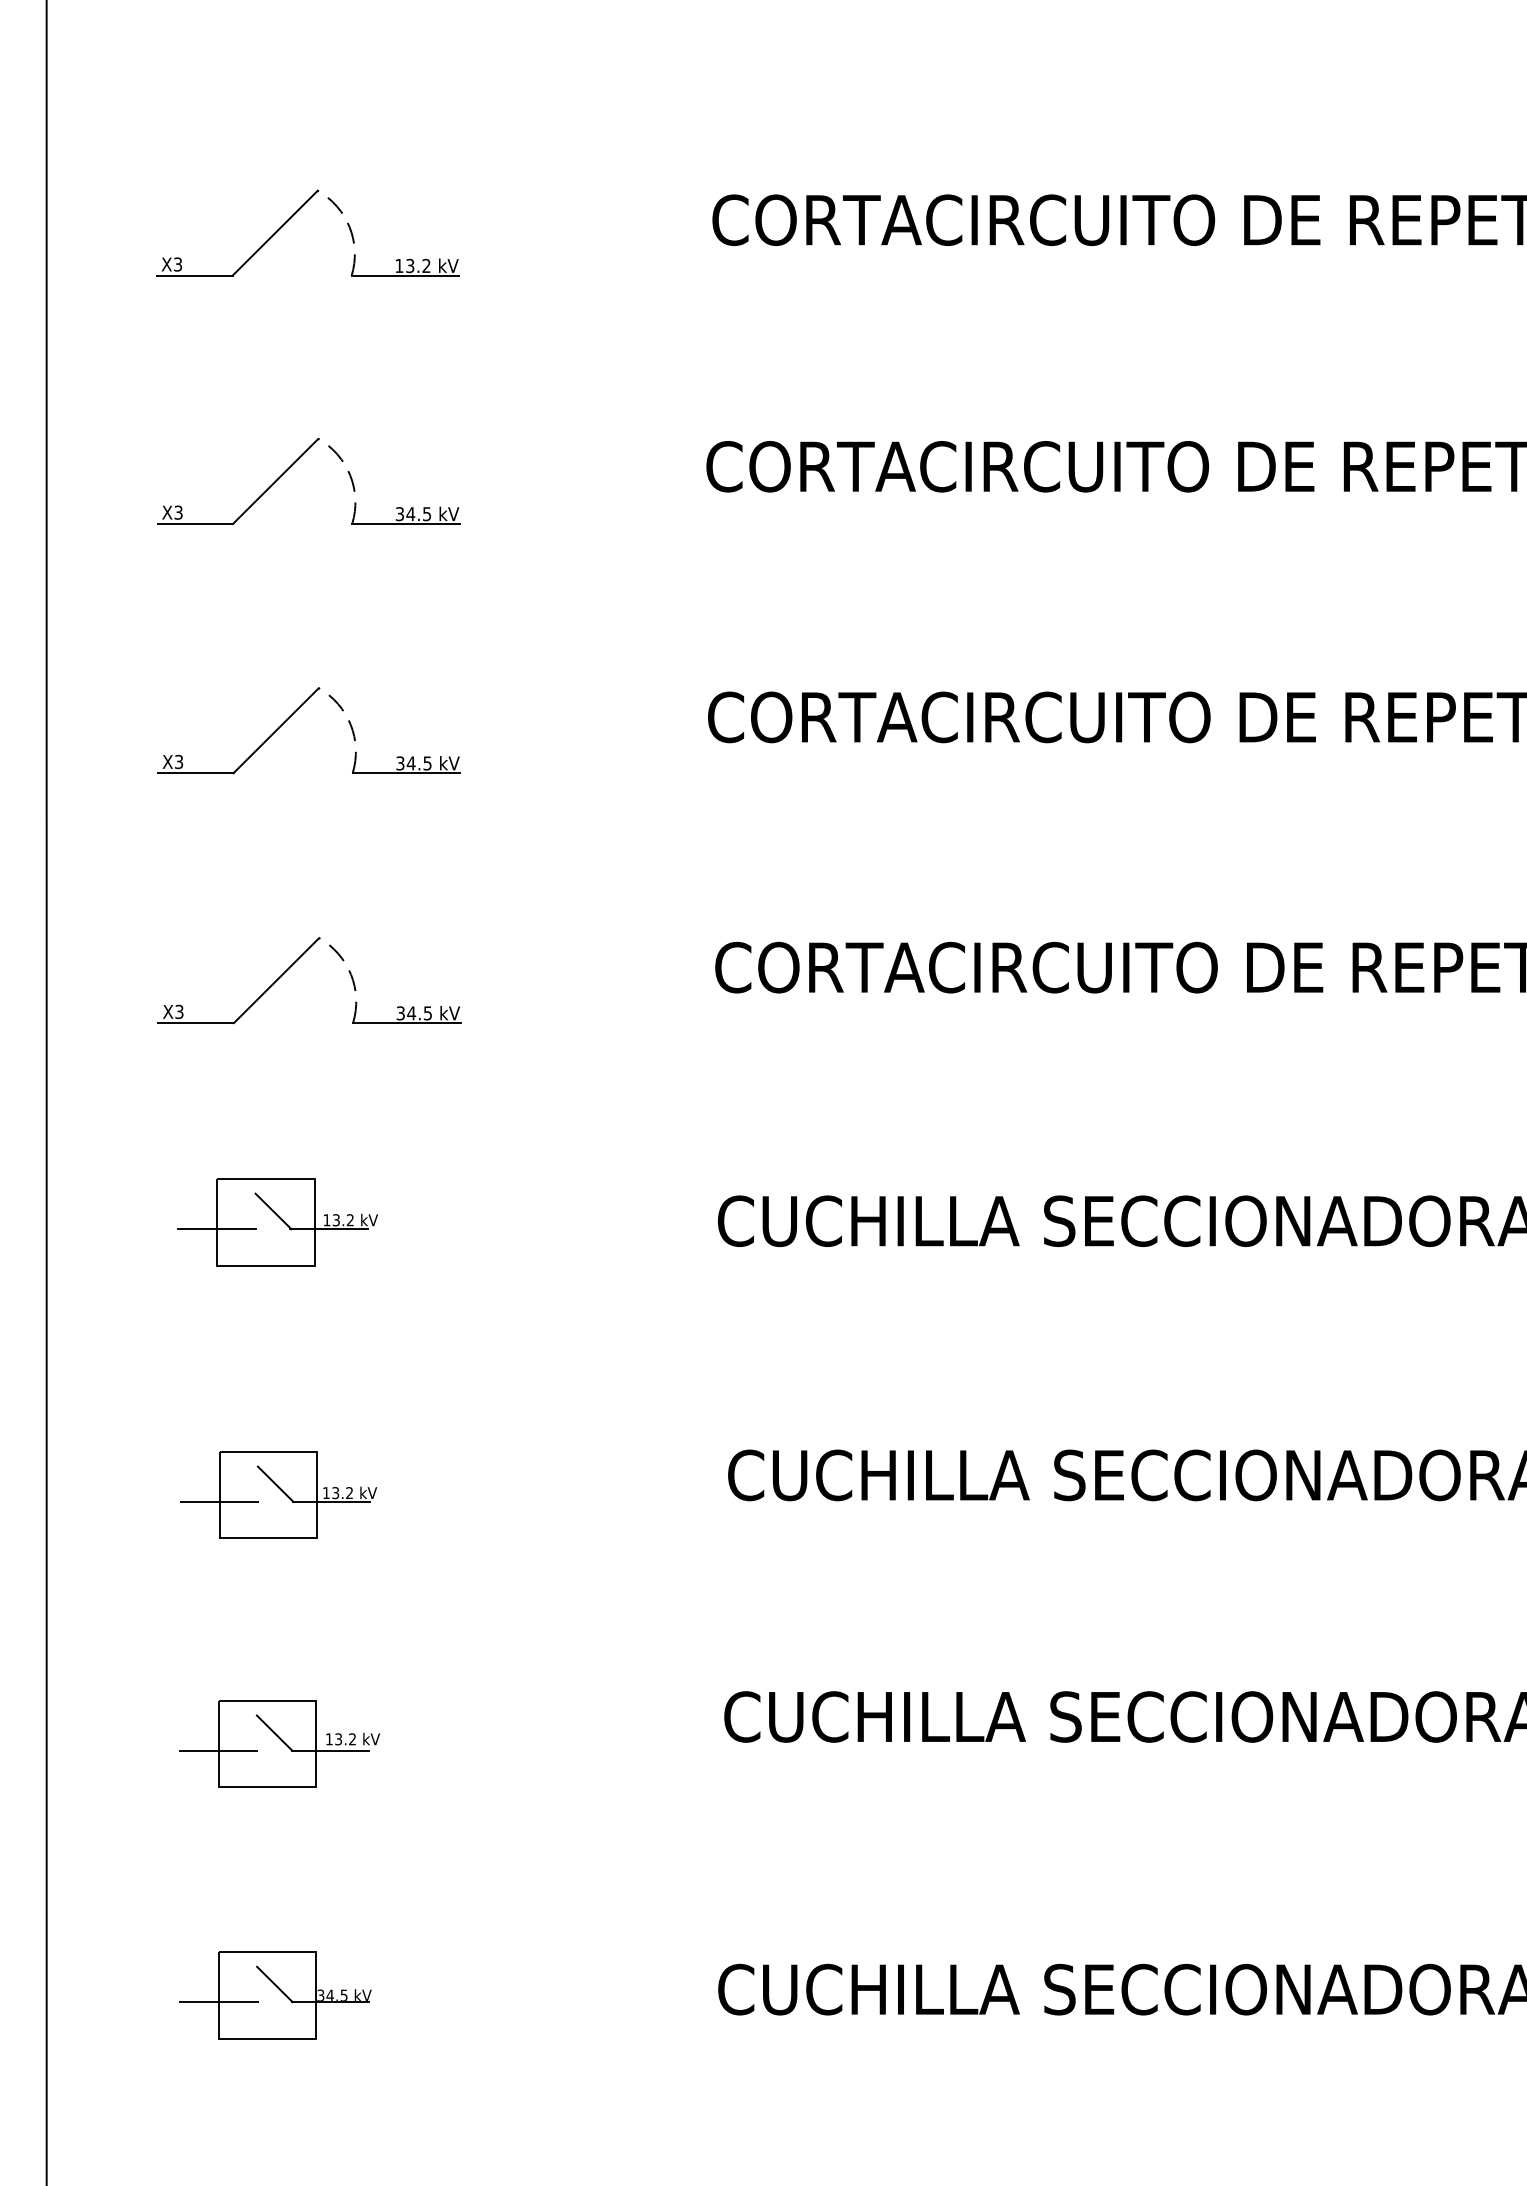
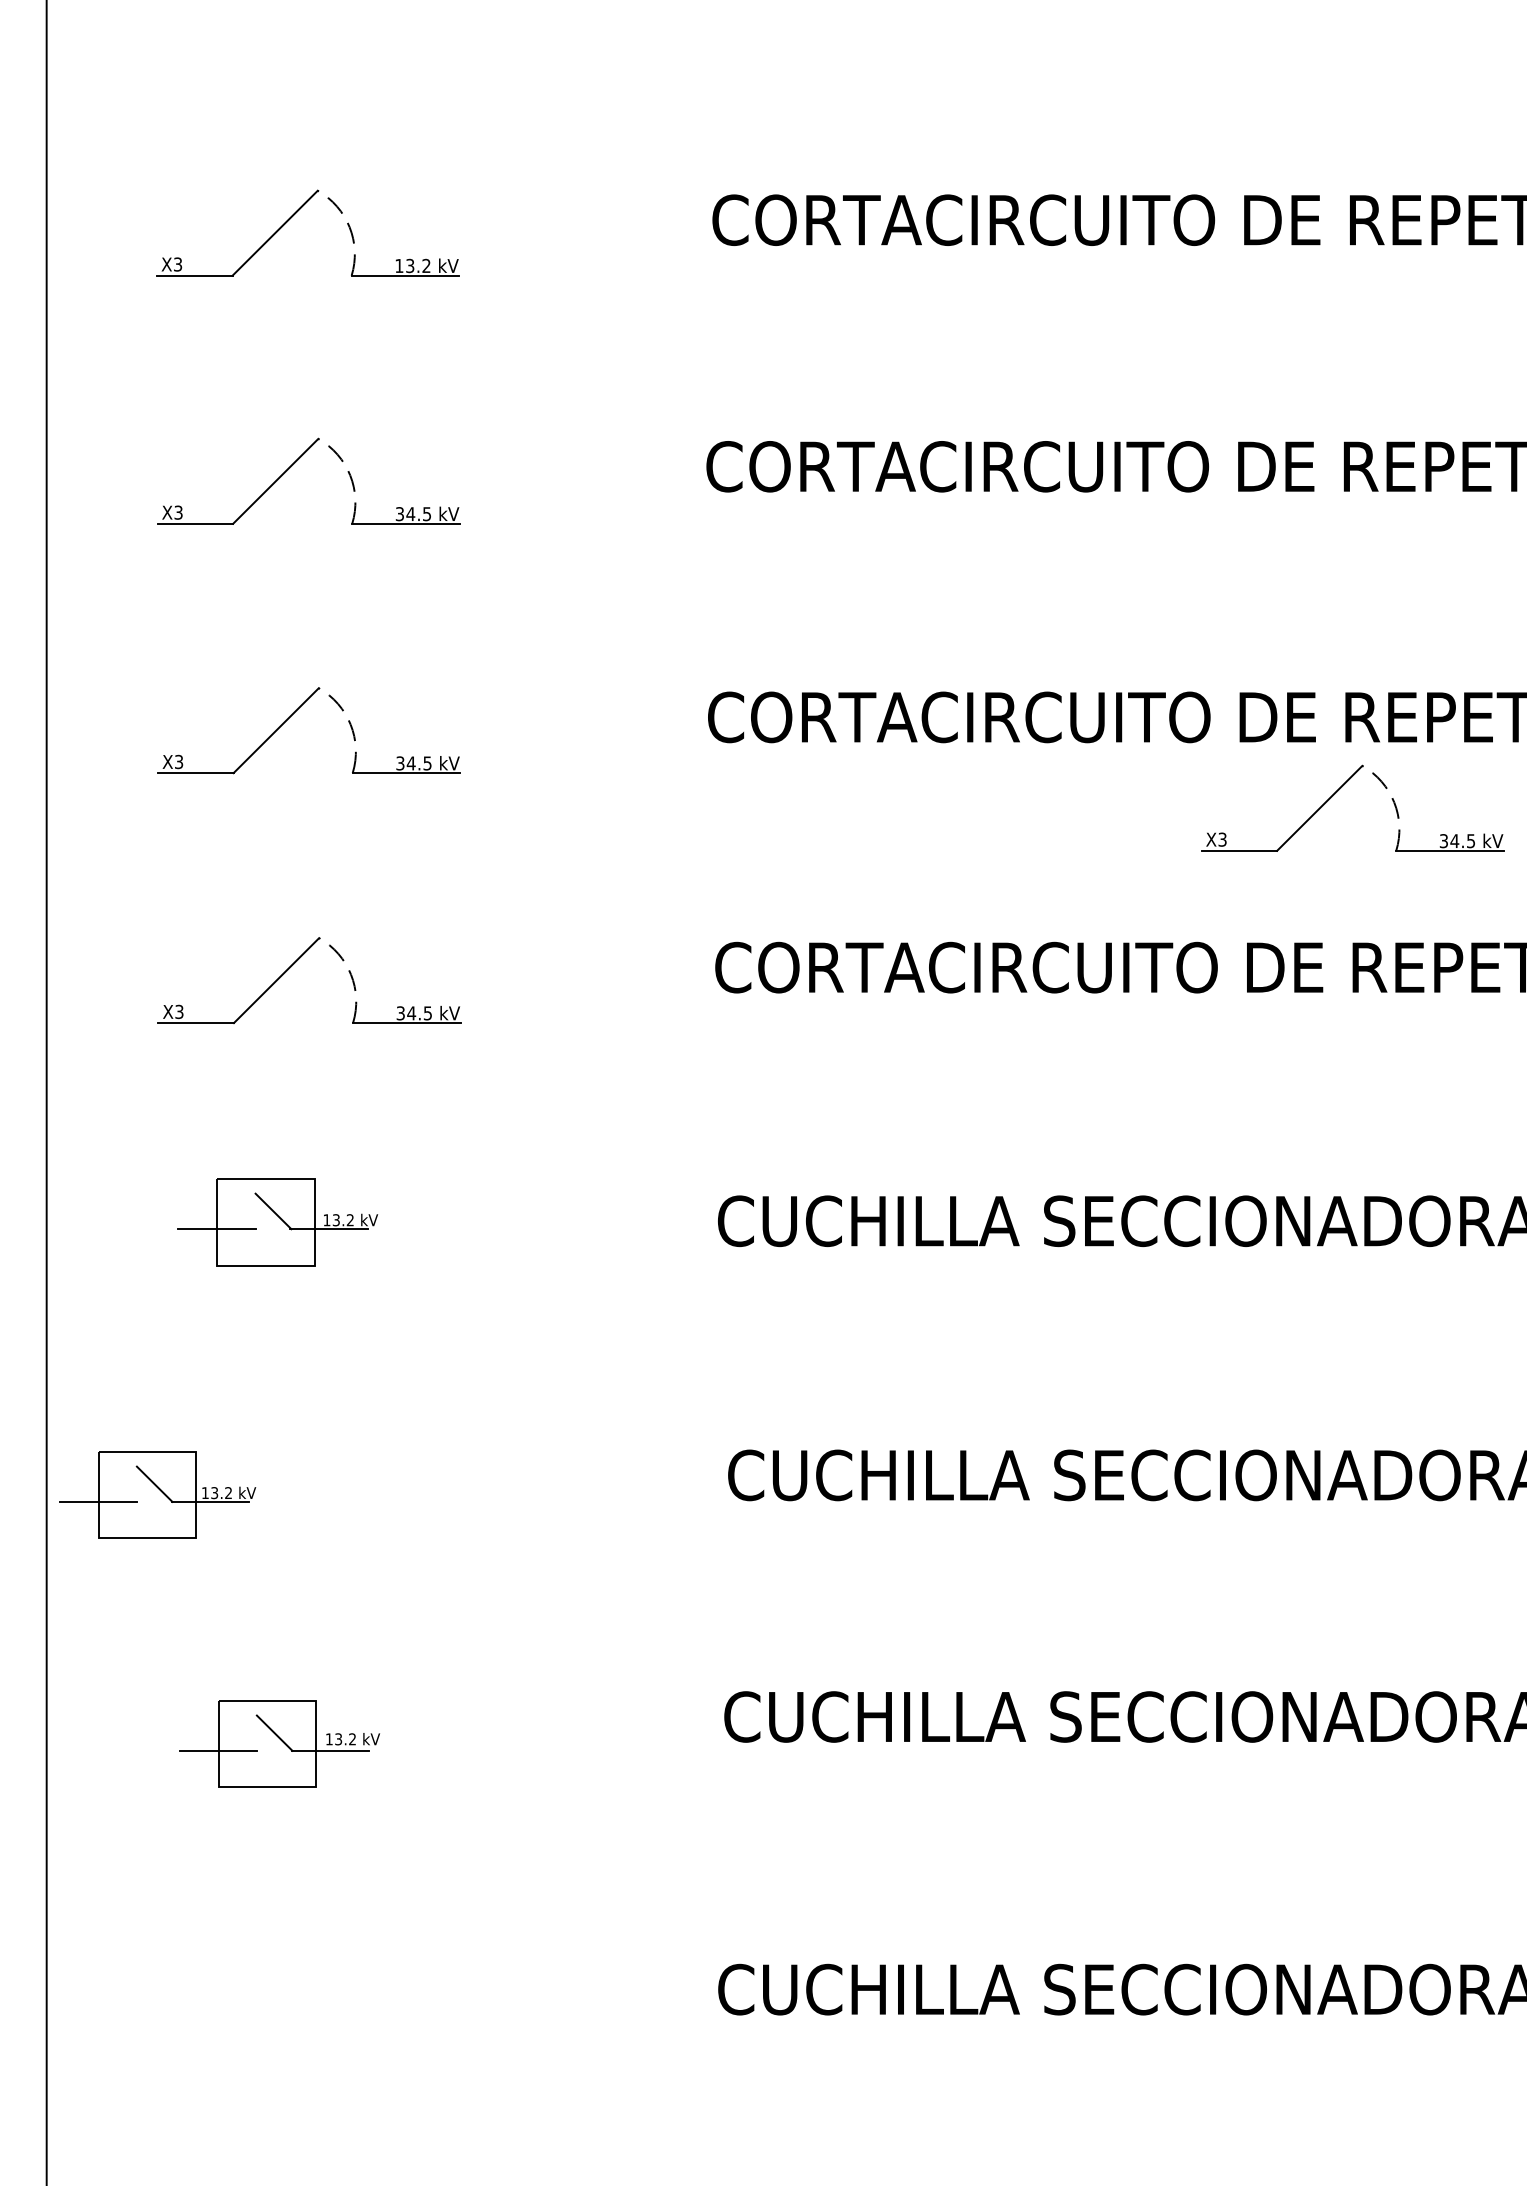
part at (1337, 792): none -> present
part at (278, 1494) position: (278, 1494) -> (157, 1494)
part at (275, 1995): present -> none
